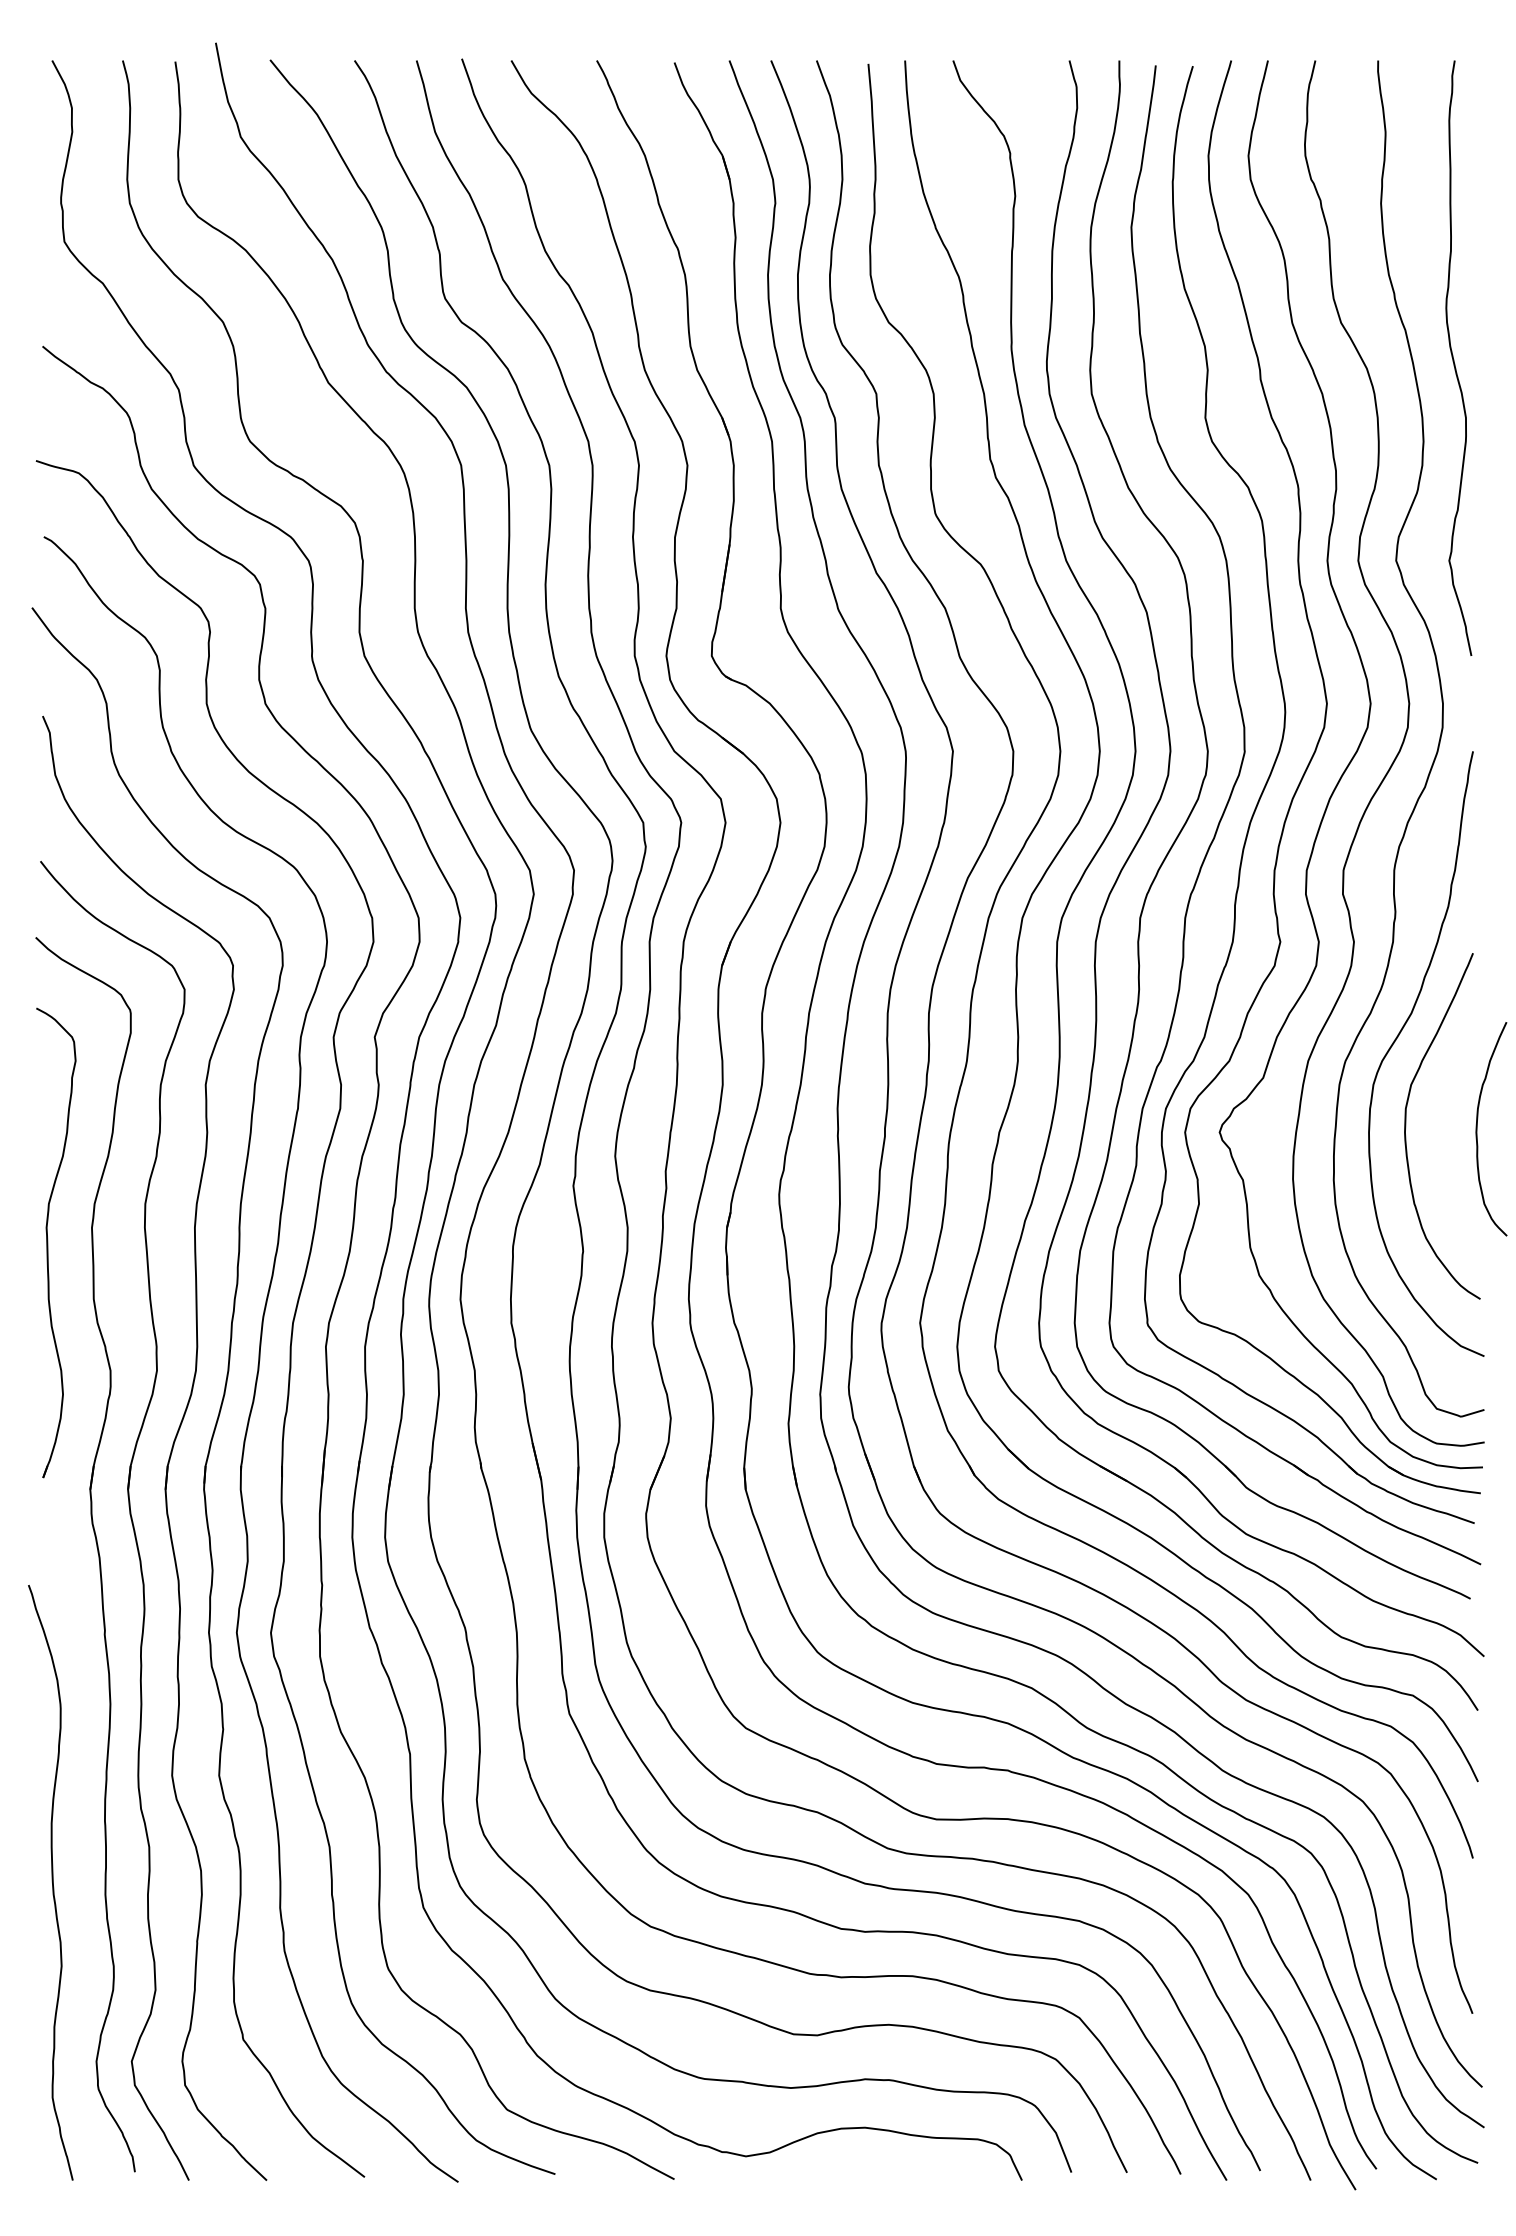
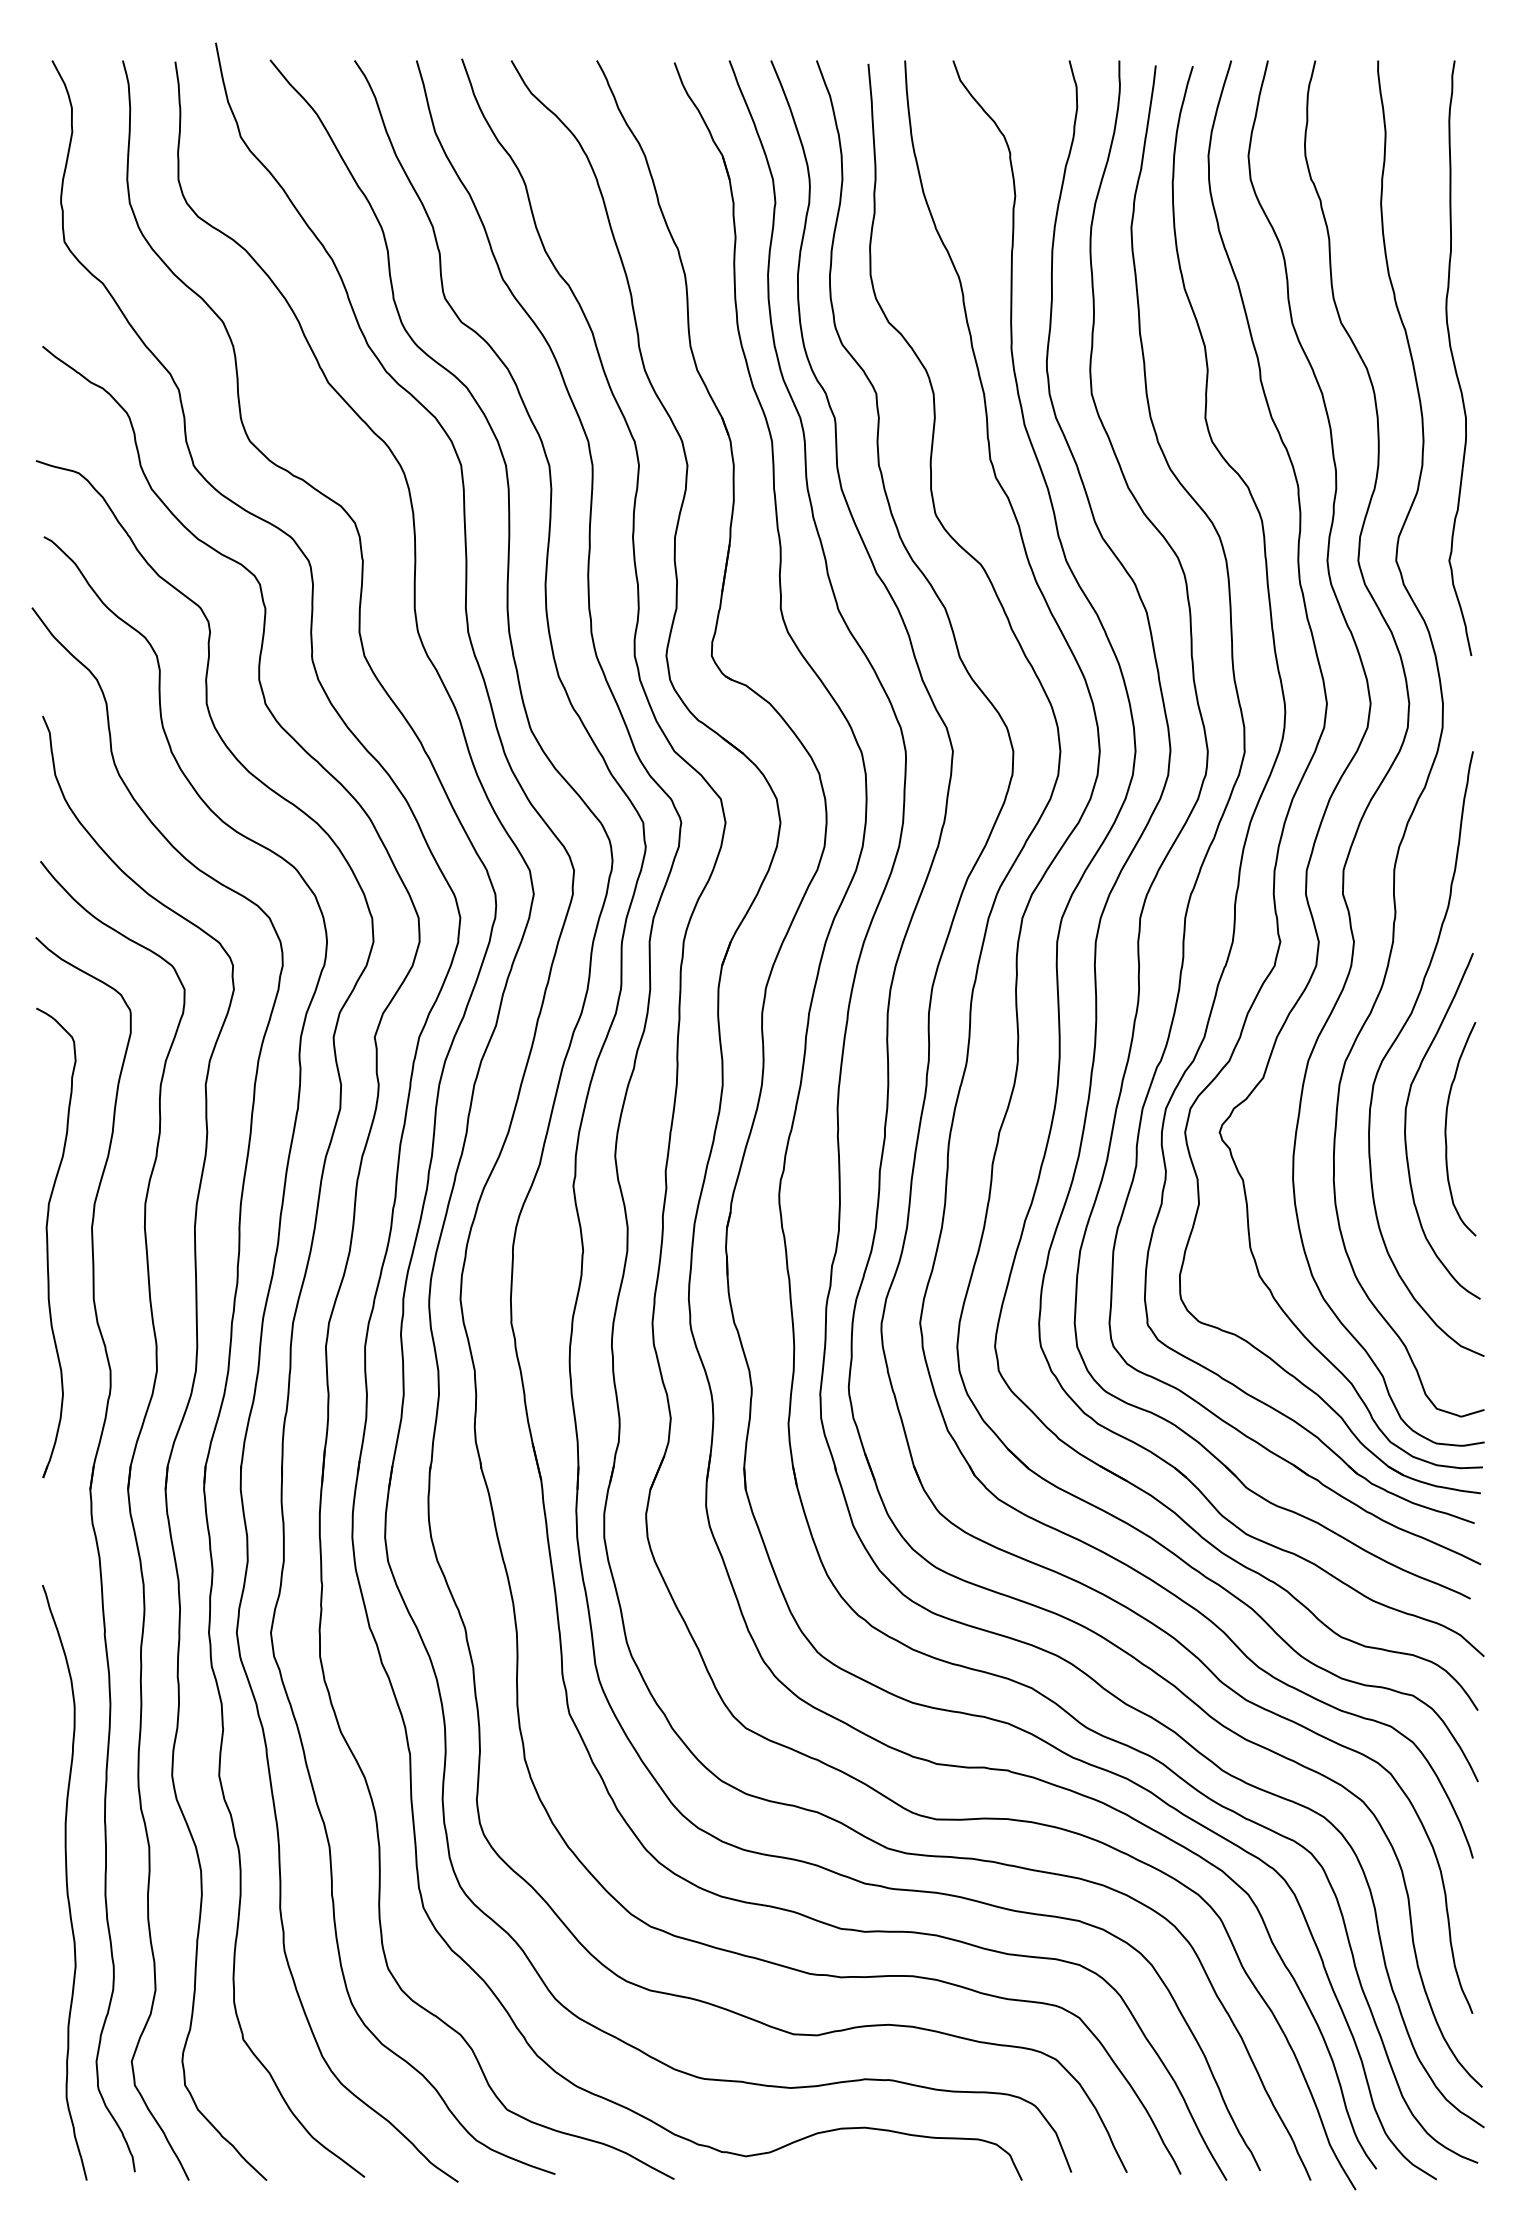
curve at (1477, 1129) position: (1477, 1129) -> (1446, 1129)
curve at (51, 1881) position: (51, 1881) -> (65, 1881)
